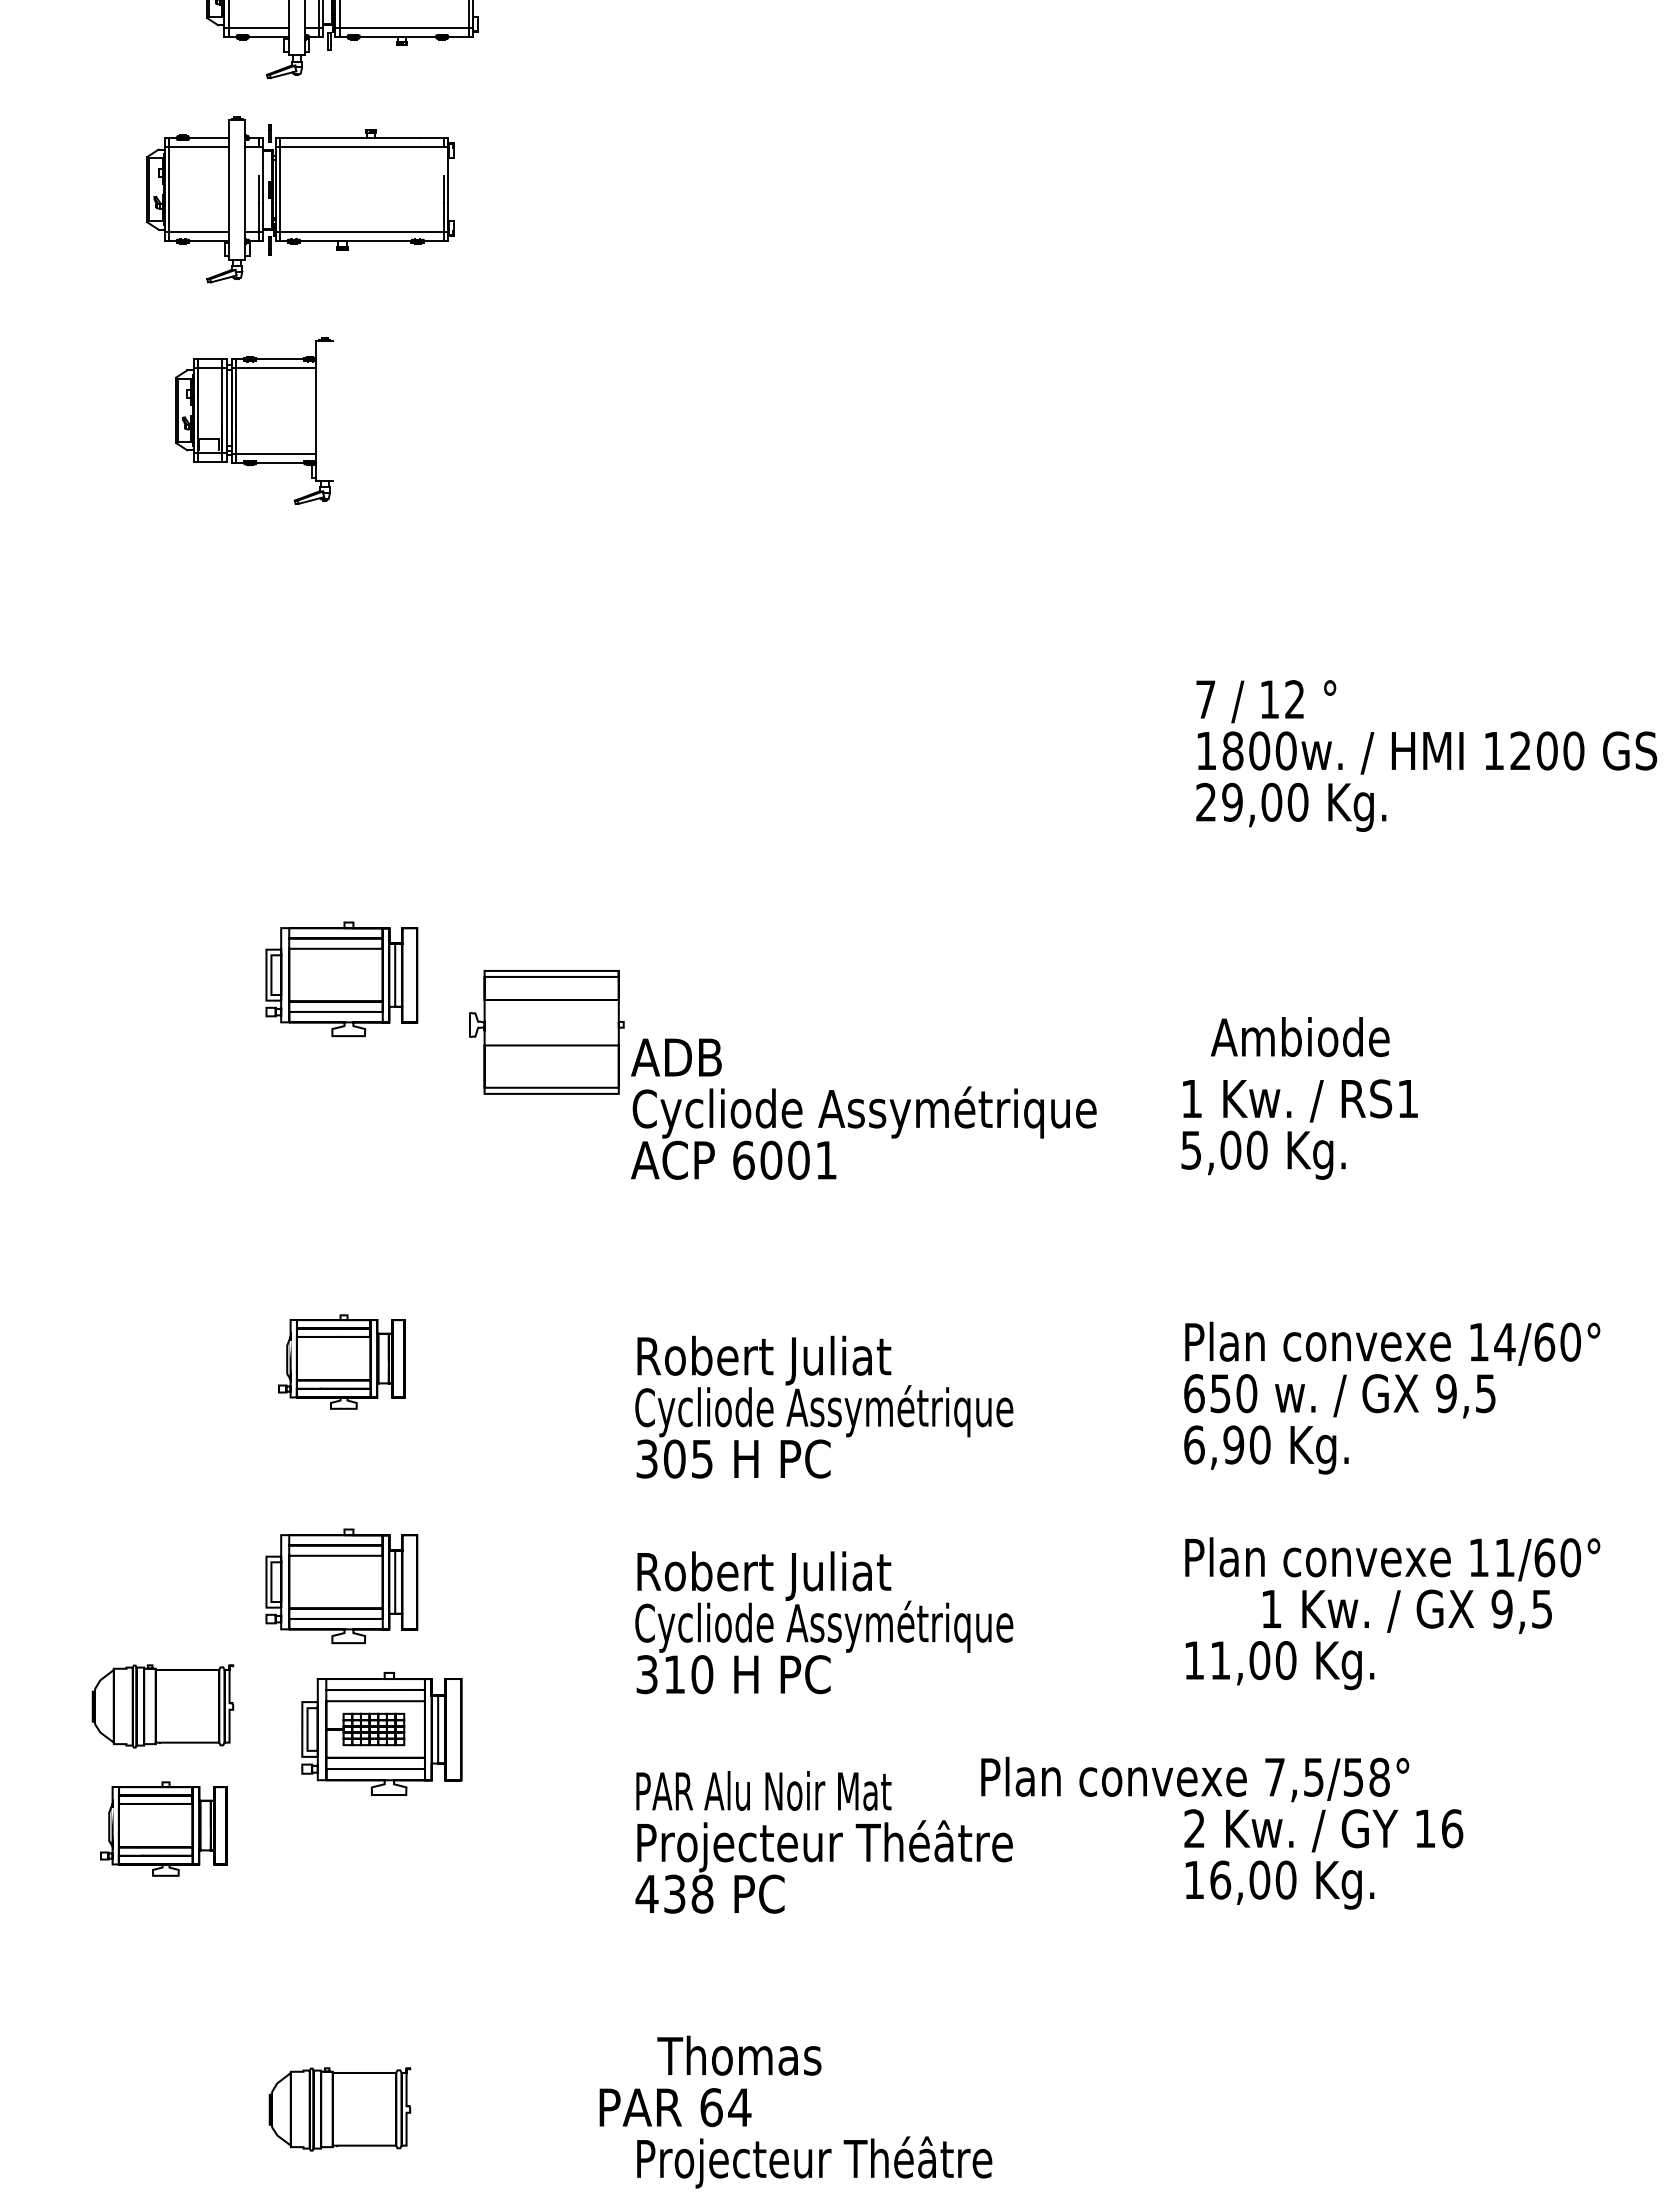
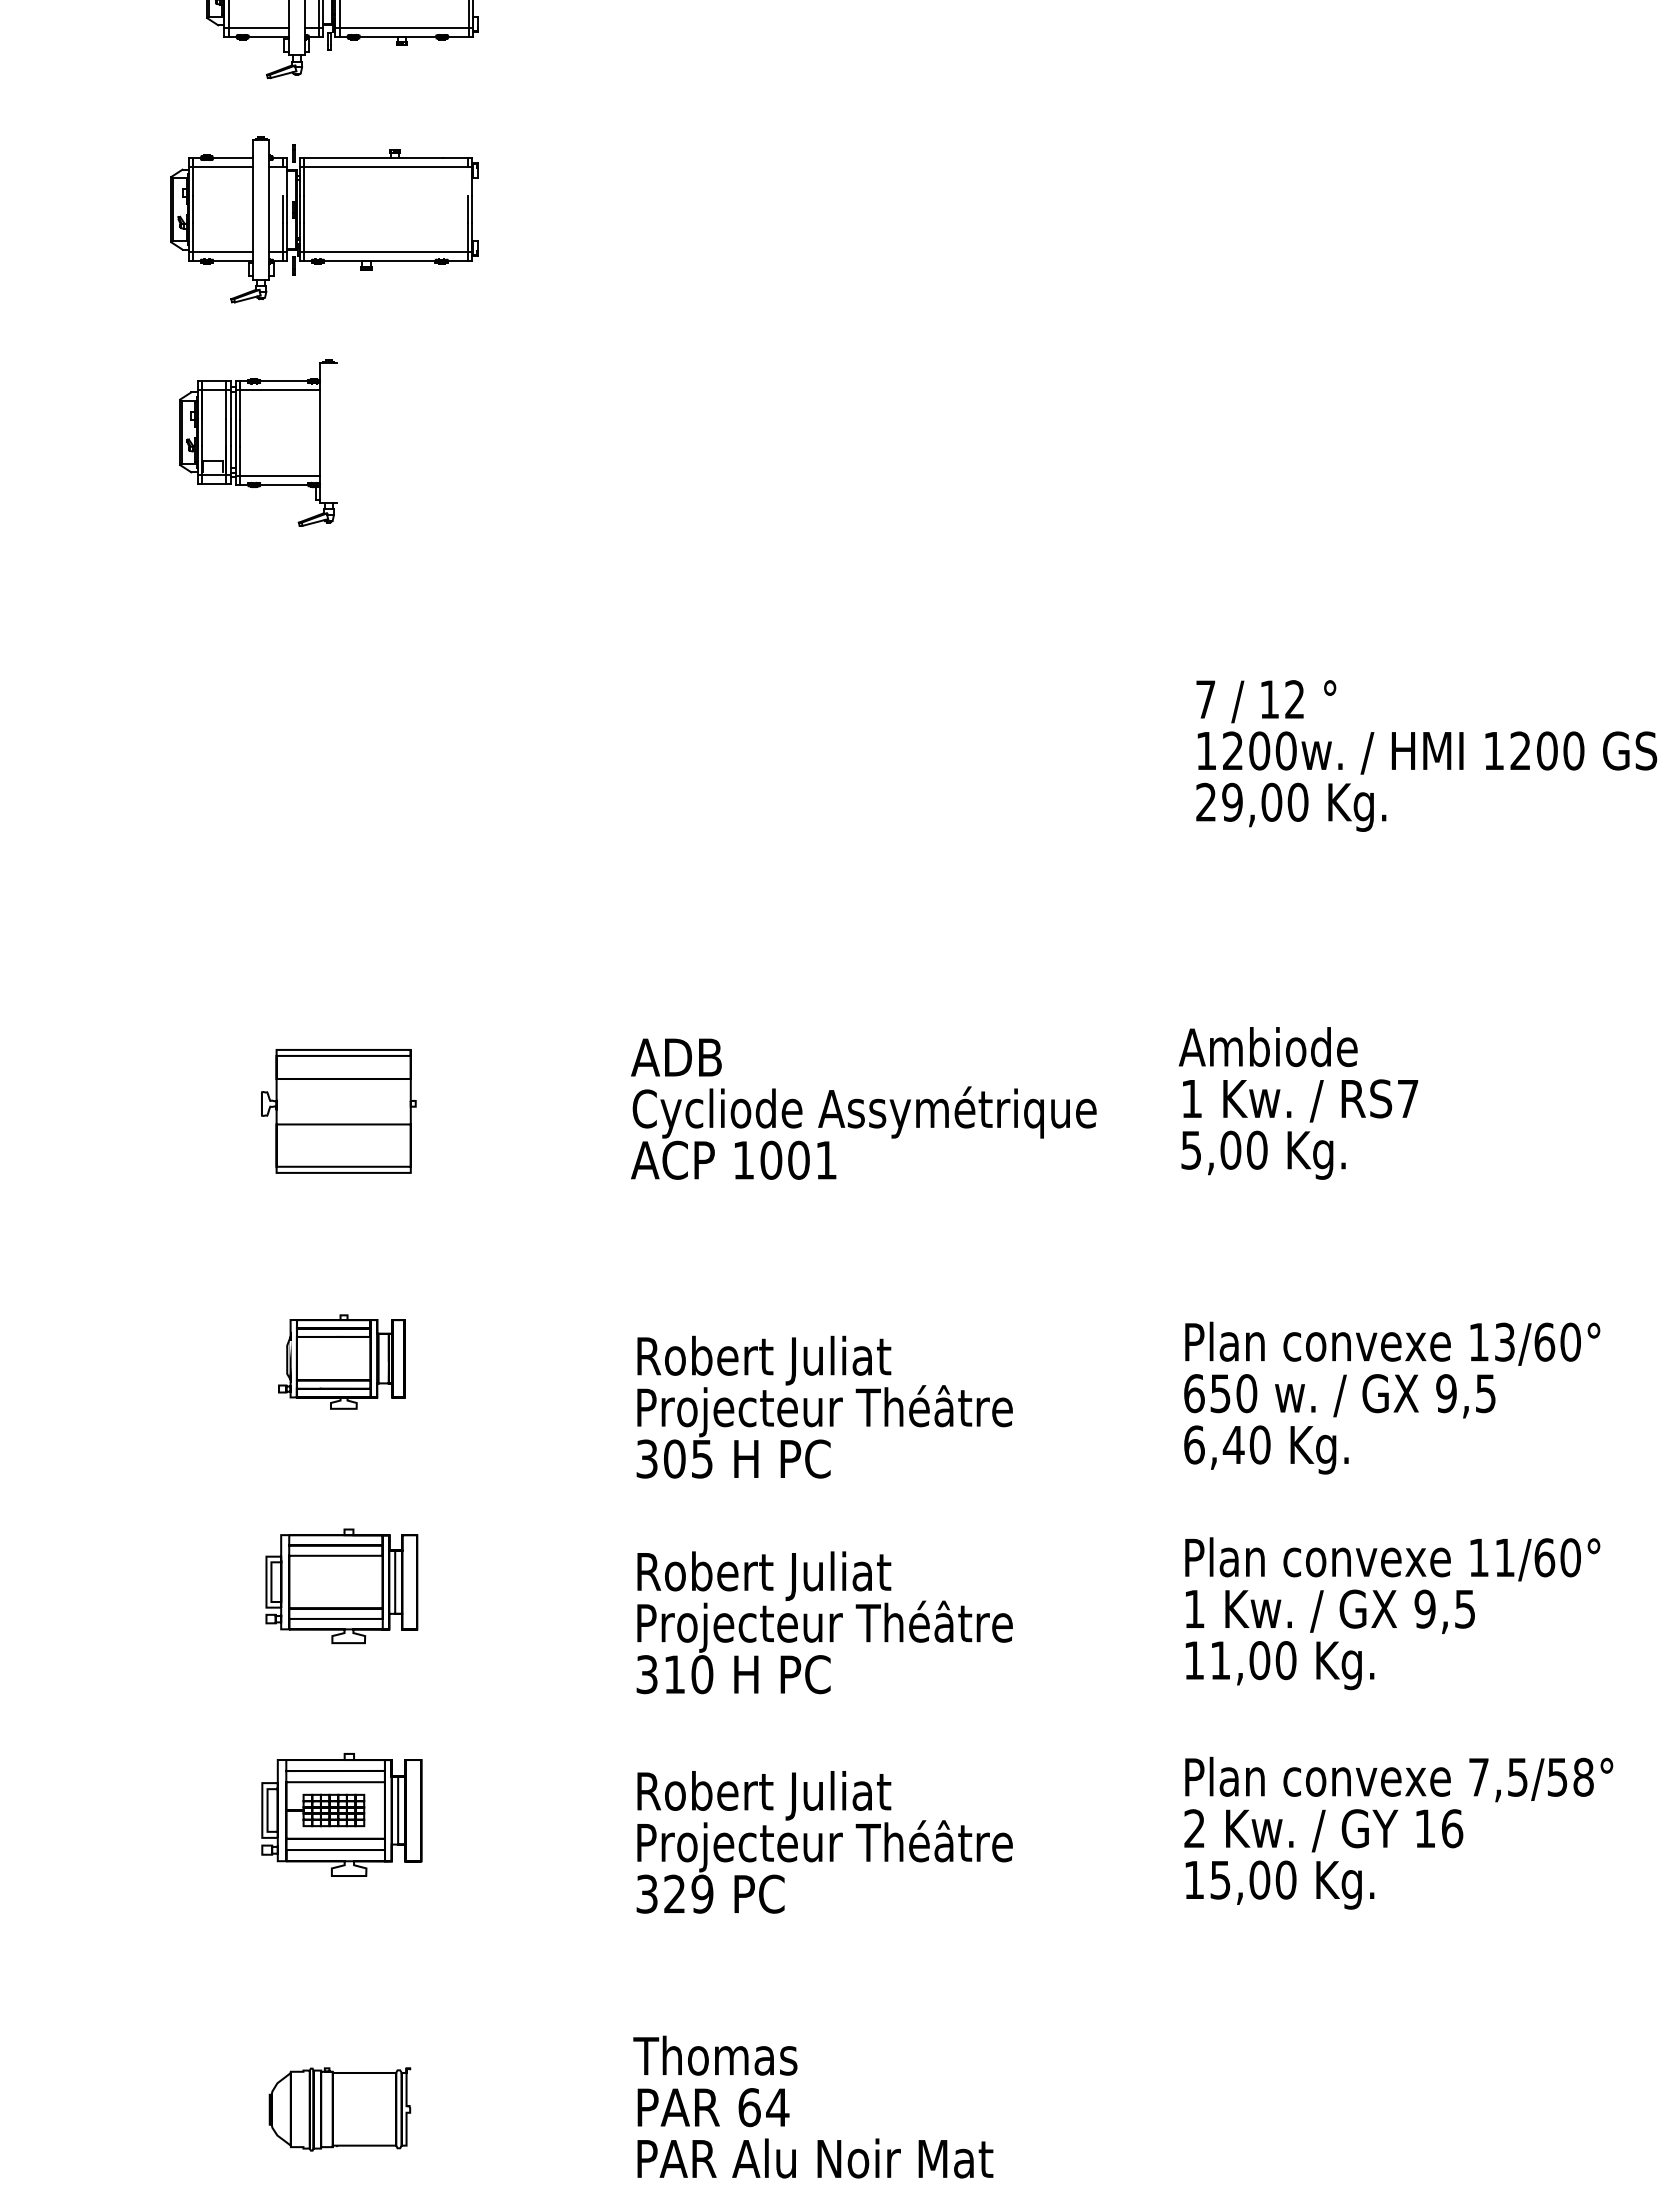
part at (300, 199) position: (300, 199) -> (324, 219)
part at (254, 420) position: (254, 420) -> (258, 442)
text at (1232, 750): 1800w. -> 1200w.
part at (341, 979): present -> none
part at (546, 1032) position: (546, 1032) -> (338, 1111)
text at (1299, 1037) position: (1299, 1037) -> (1267, 1047)
text at (1408, 1098): RS1 -> RS7
text at (743, 1159): 6001 -> 1001
text at (1504, 1341): 14/60° -> 13/60°
text at (824, 1411): Cycliode Assymétrique -> Projecteur Théâtre
text at (1233, 1444): 6,90 -> 6,40
text at (1407, 1611) position: (1407, 1611) -> (1330, 1611)
text at (824, 1626): Cycliode Assymétrique -> Projecteur Théâtre
part at (162, 1706): present -> none
part at (381, 1733) position: (381, 1733) -> (341, 1814)
text at (1195, 1779) position: (1195, 1779) -> (1399, 1779)
text at (763, 1795): PAR Alu Noir Mat -> Robert Juliat
part at (163, 1828): present -> none
text at (1220, 1879): 16,00 -> 15,00
text at (674, 1893): 438 -> 329
text at (739, 2055) position: (739, 2055) -> (715, 2055)
text at (675, 2107) position: (675, 2107) -> (713, 2107)
text at (815, 2162): Projecteur Théâtre -> PAR Alu Noir Mat
